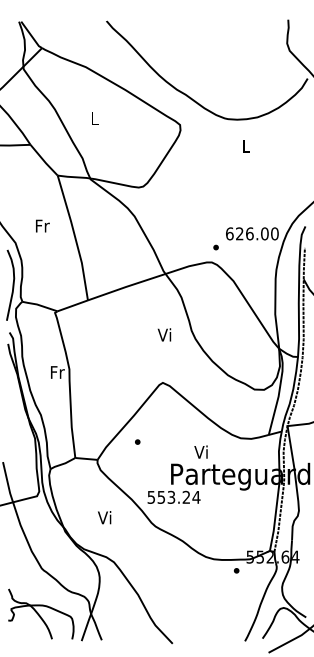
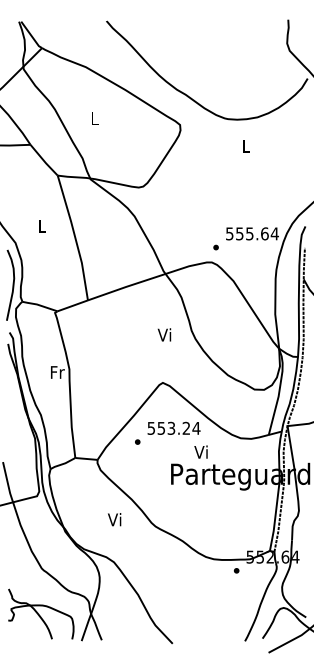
text at (42, 225): Fr -> L
text at (252, 233): 626.00 -> 555.64
text at (173, 496) position: (173, 496) -> (173, 427)
text at (104, 517) position: (104, 517) -> (114, 519)
